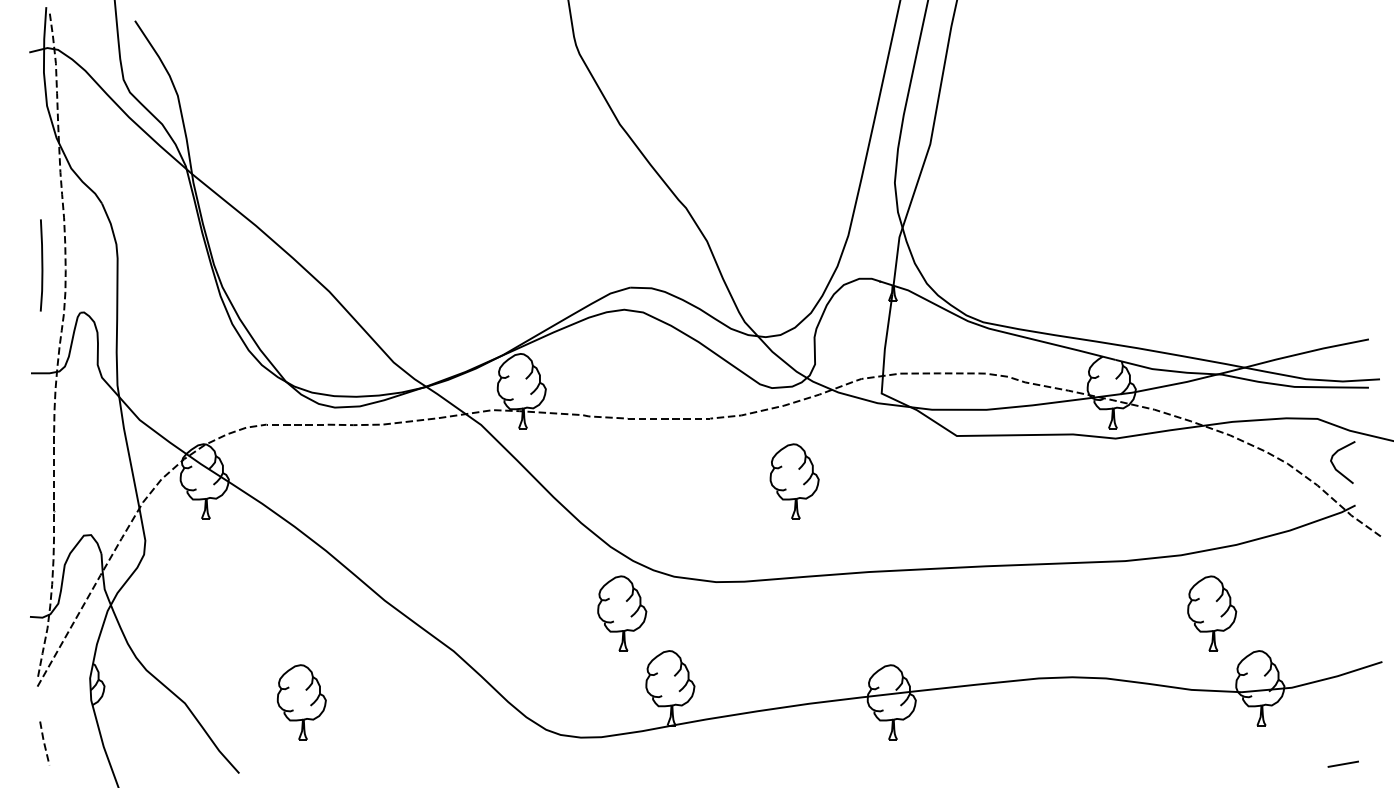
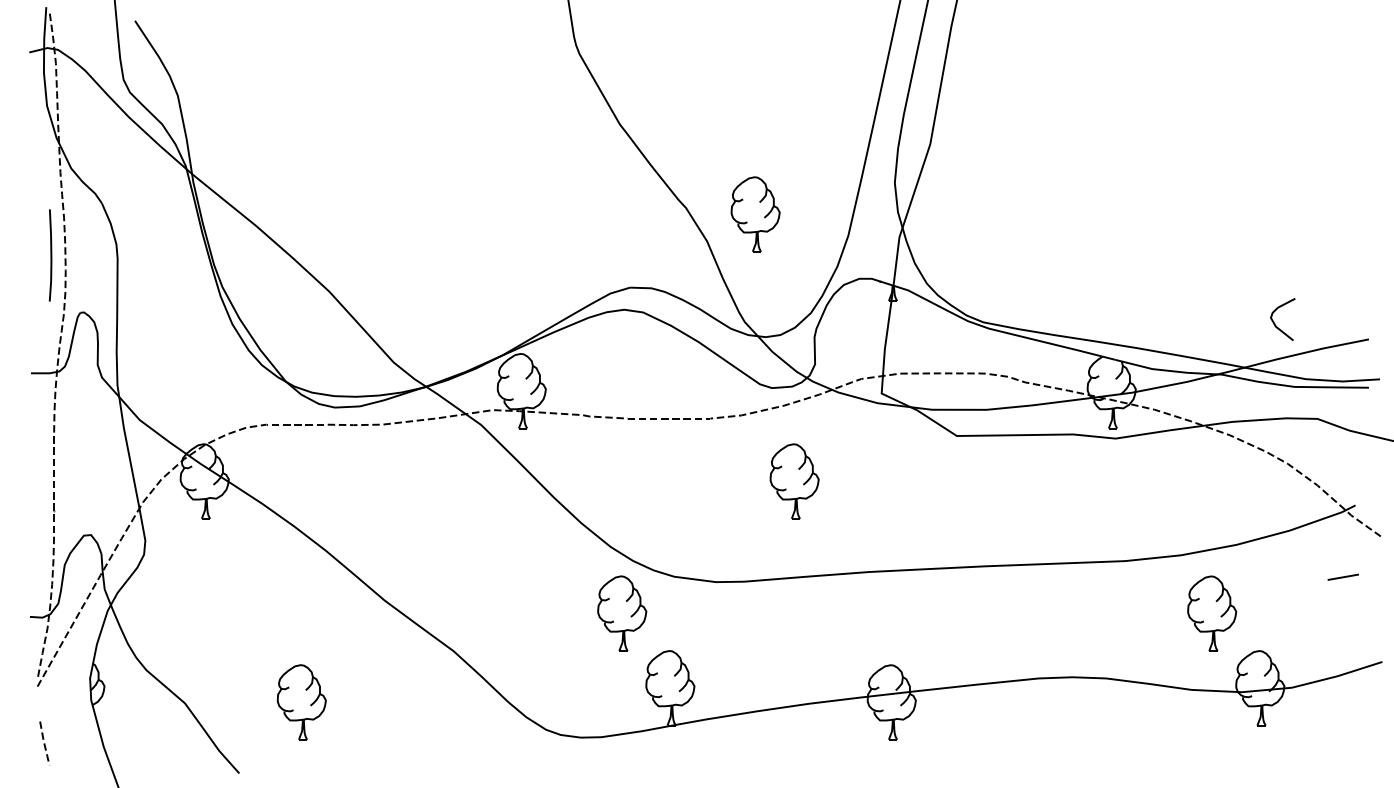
part at (755, 214): none -> present
line at (41, 265) position: (41, 265) -> (50, 255)
curve at (1335, 466) position: (1335, 466) -> (1275, 323)
line at (1342, 763) position: (1342, 763) -> (1342, 576)
